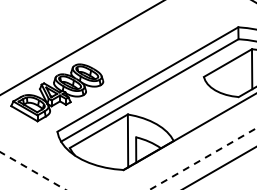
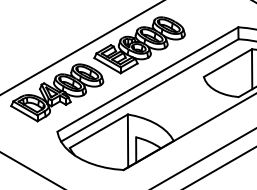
part at (139, 45): none -> present
line at (203, 159): dashed -> solid
line at (33, 171): dashed -> solid
